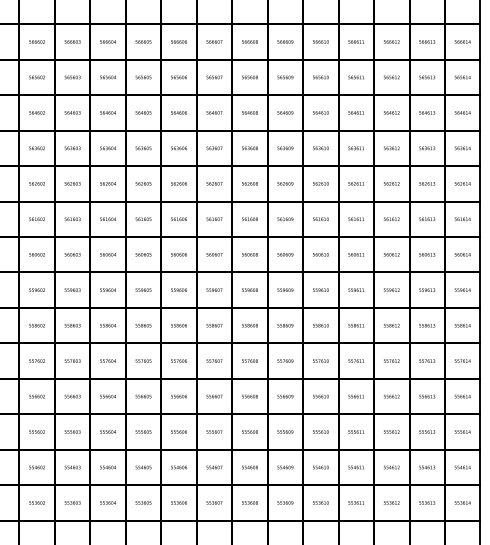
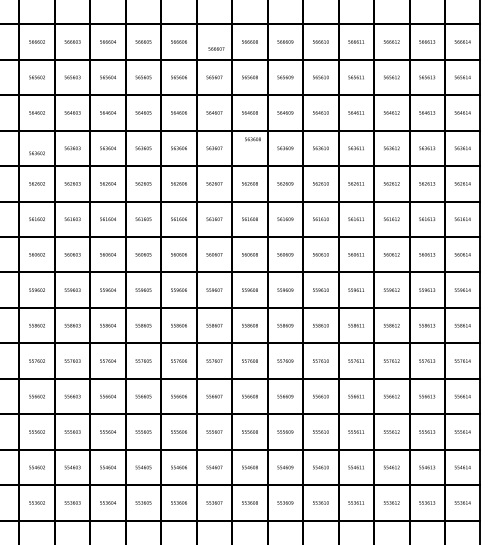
text at (214, 41) position: (214, 41) -> (216, 48)
text at (36, 148) position: (36, 148) -> (36, 153)
text at (249, 148) position: (249, 148) -> (252, 139)
